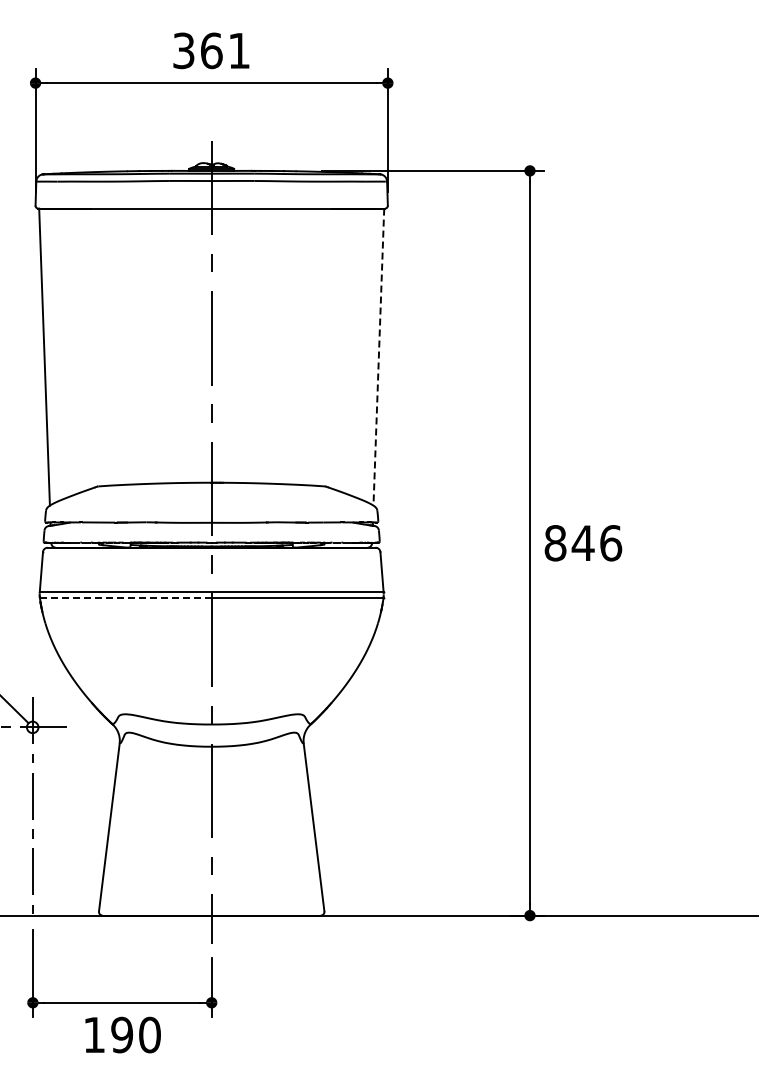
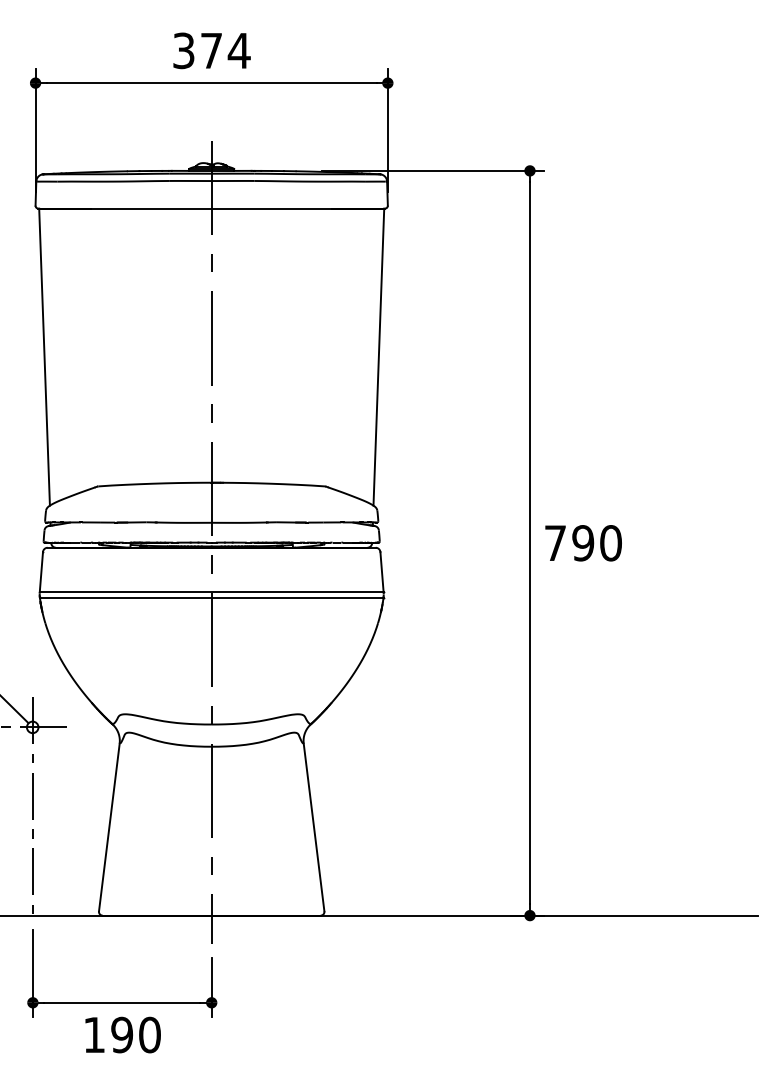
text at (225, 50): 361 -> 374
line at (378, 357): dashed -> solid
text at (583, 543): 846 -> 790
line at (126, 597): dashed -> solid
